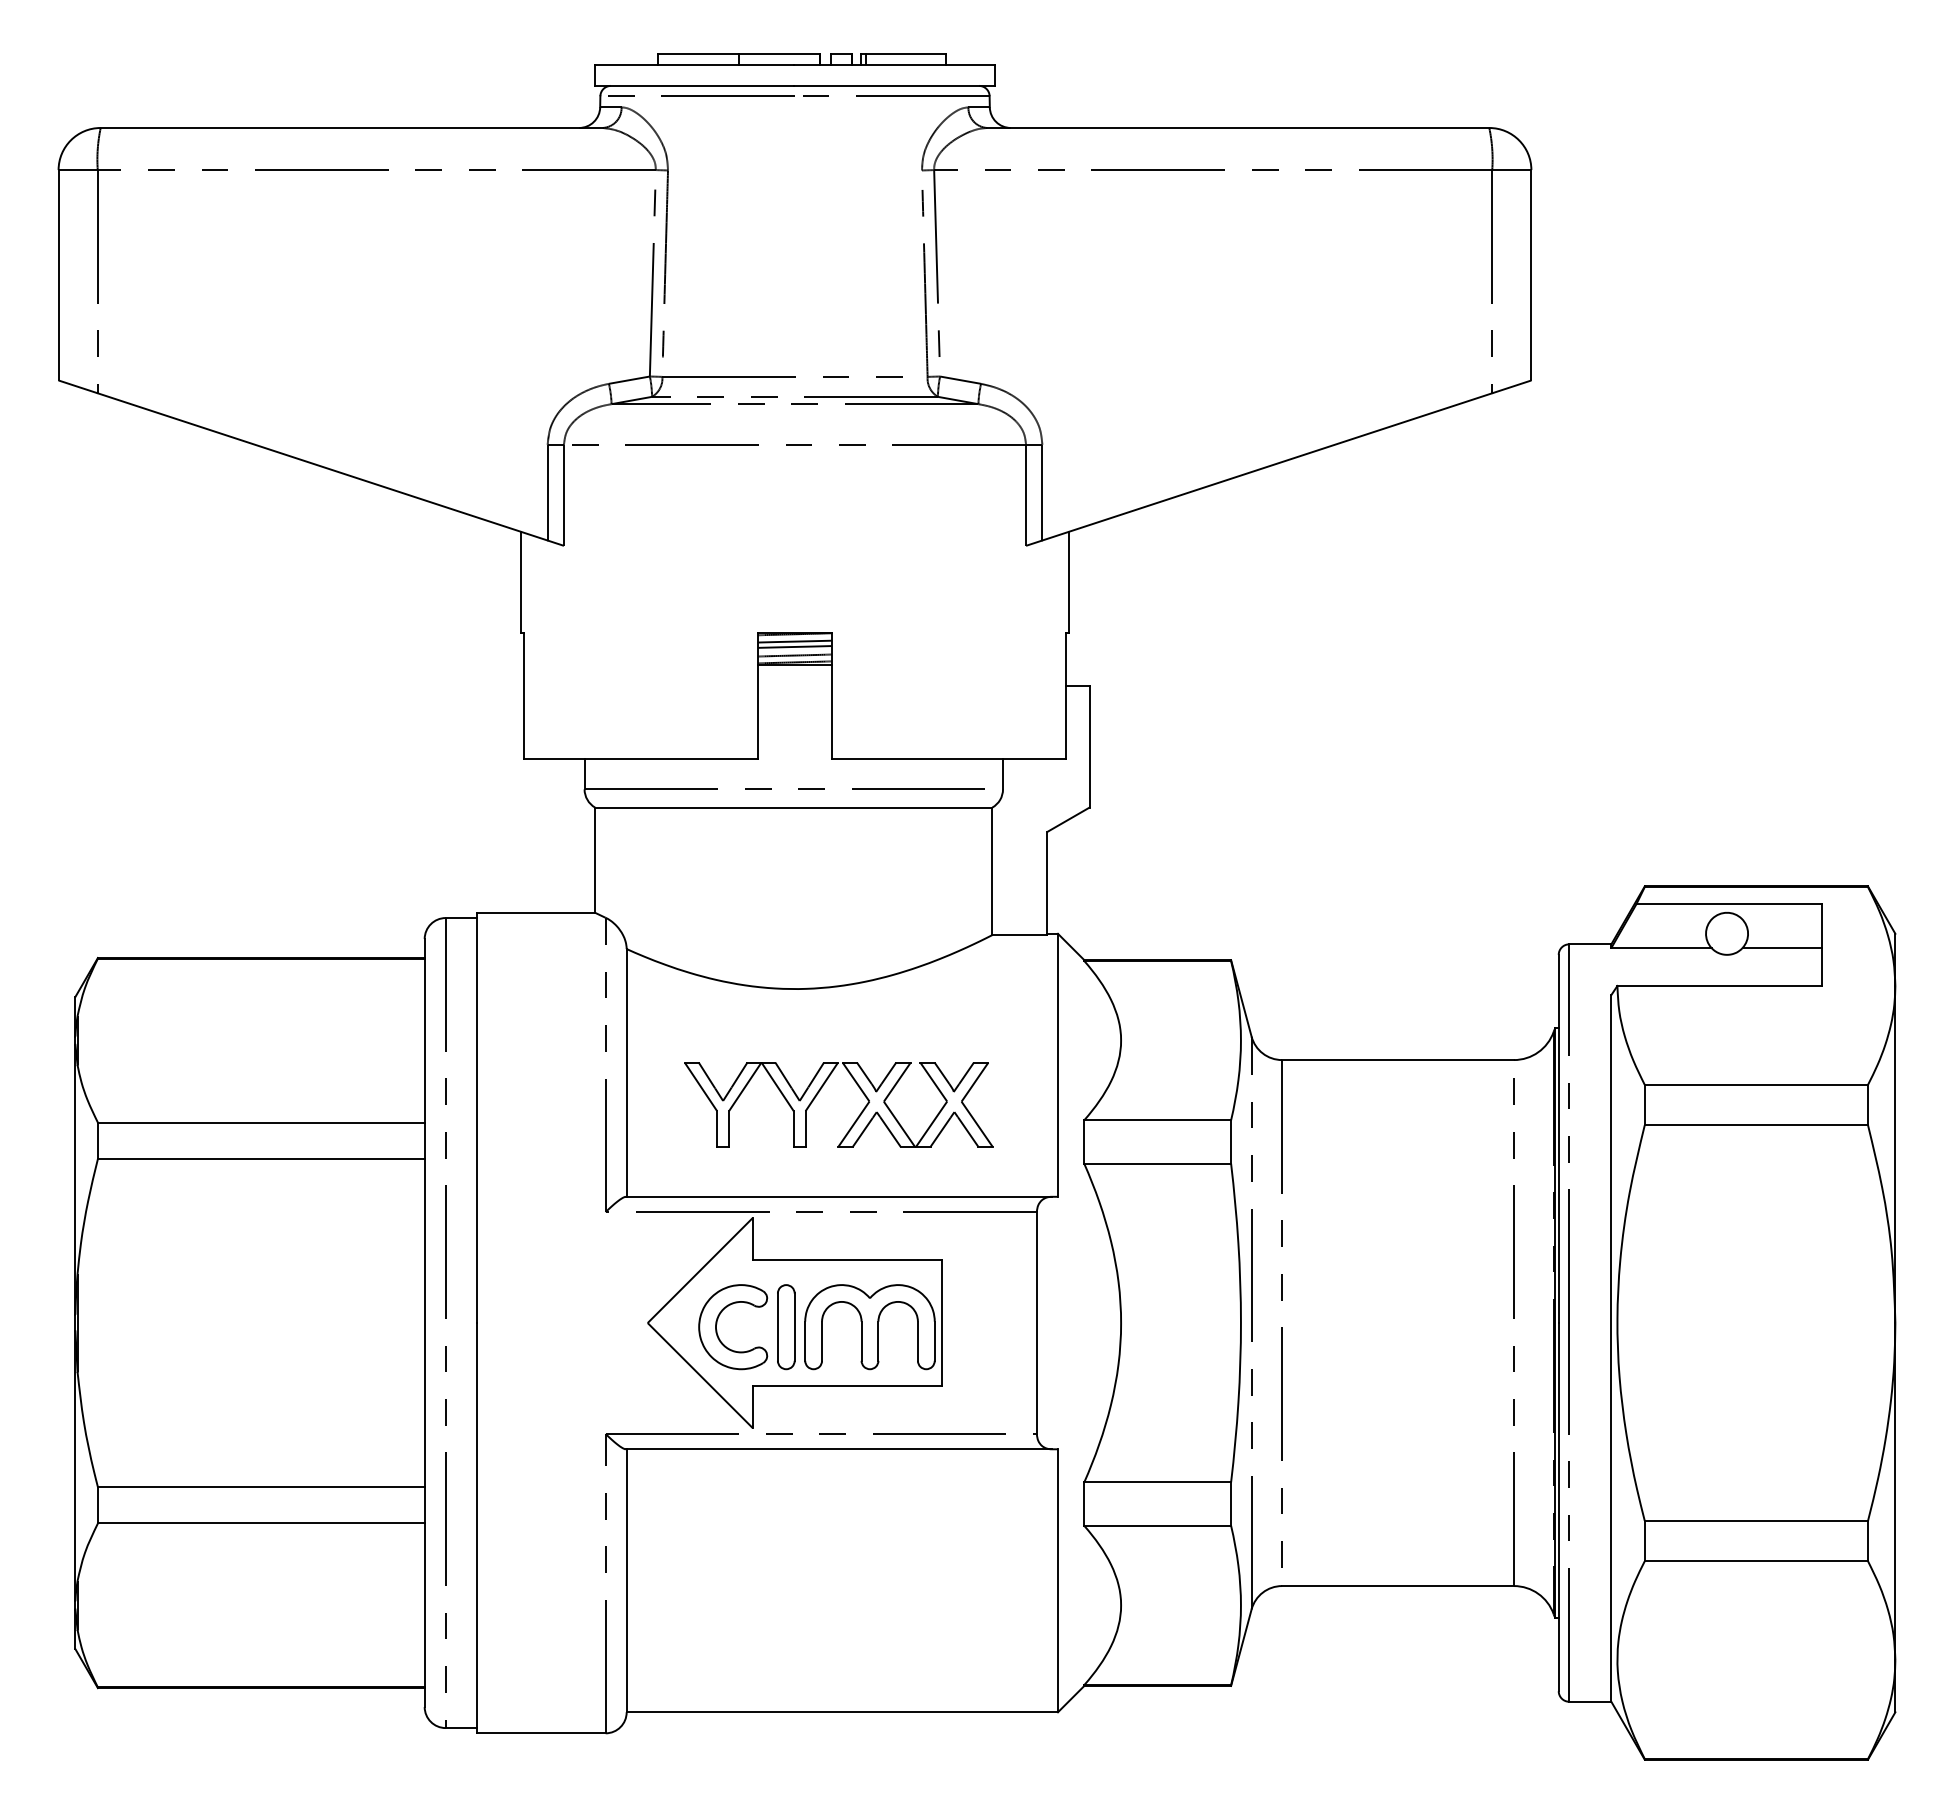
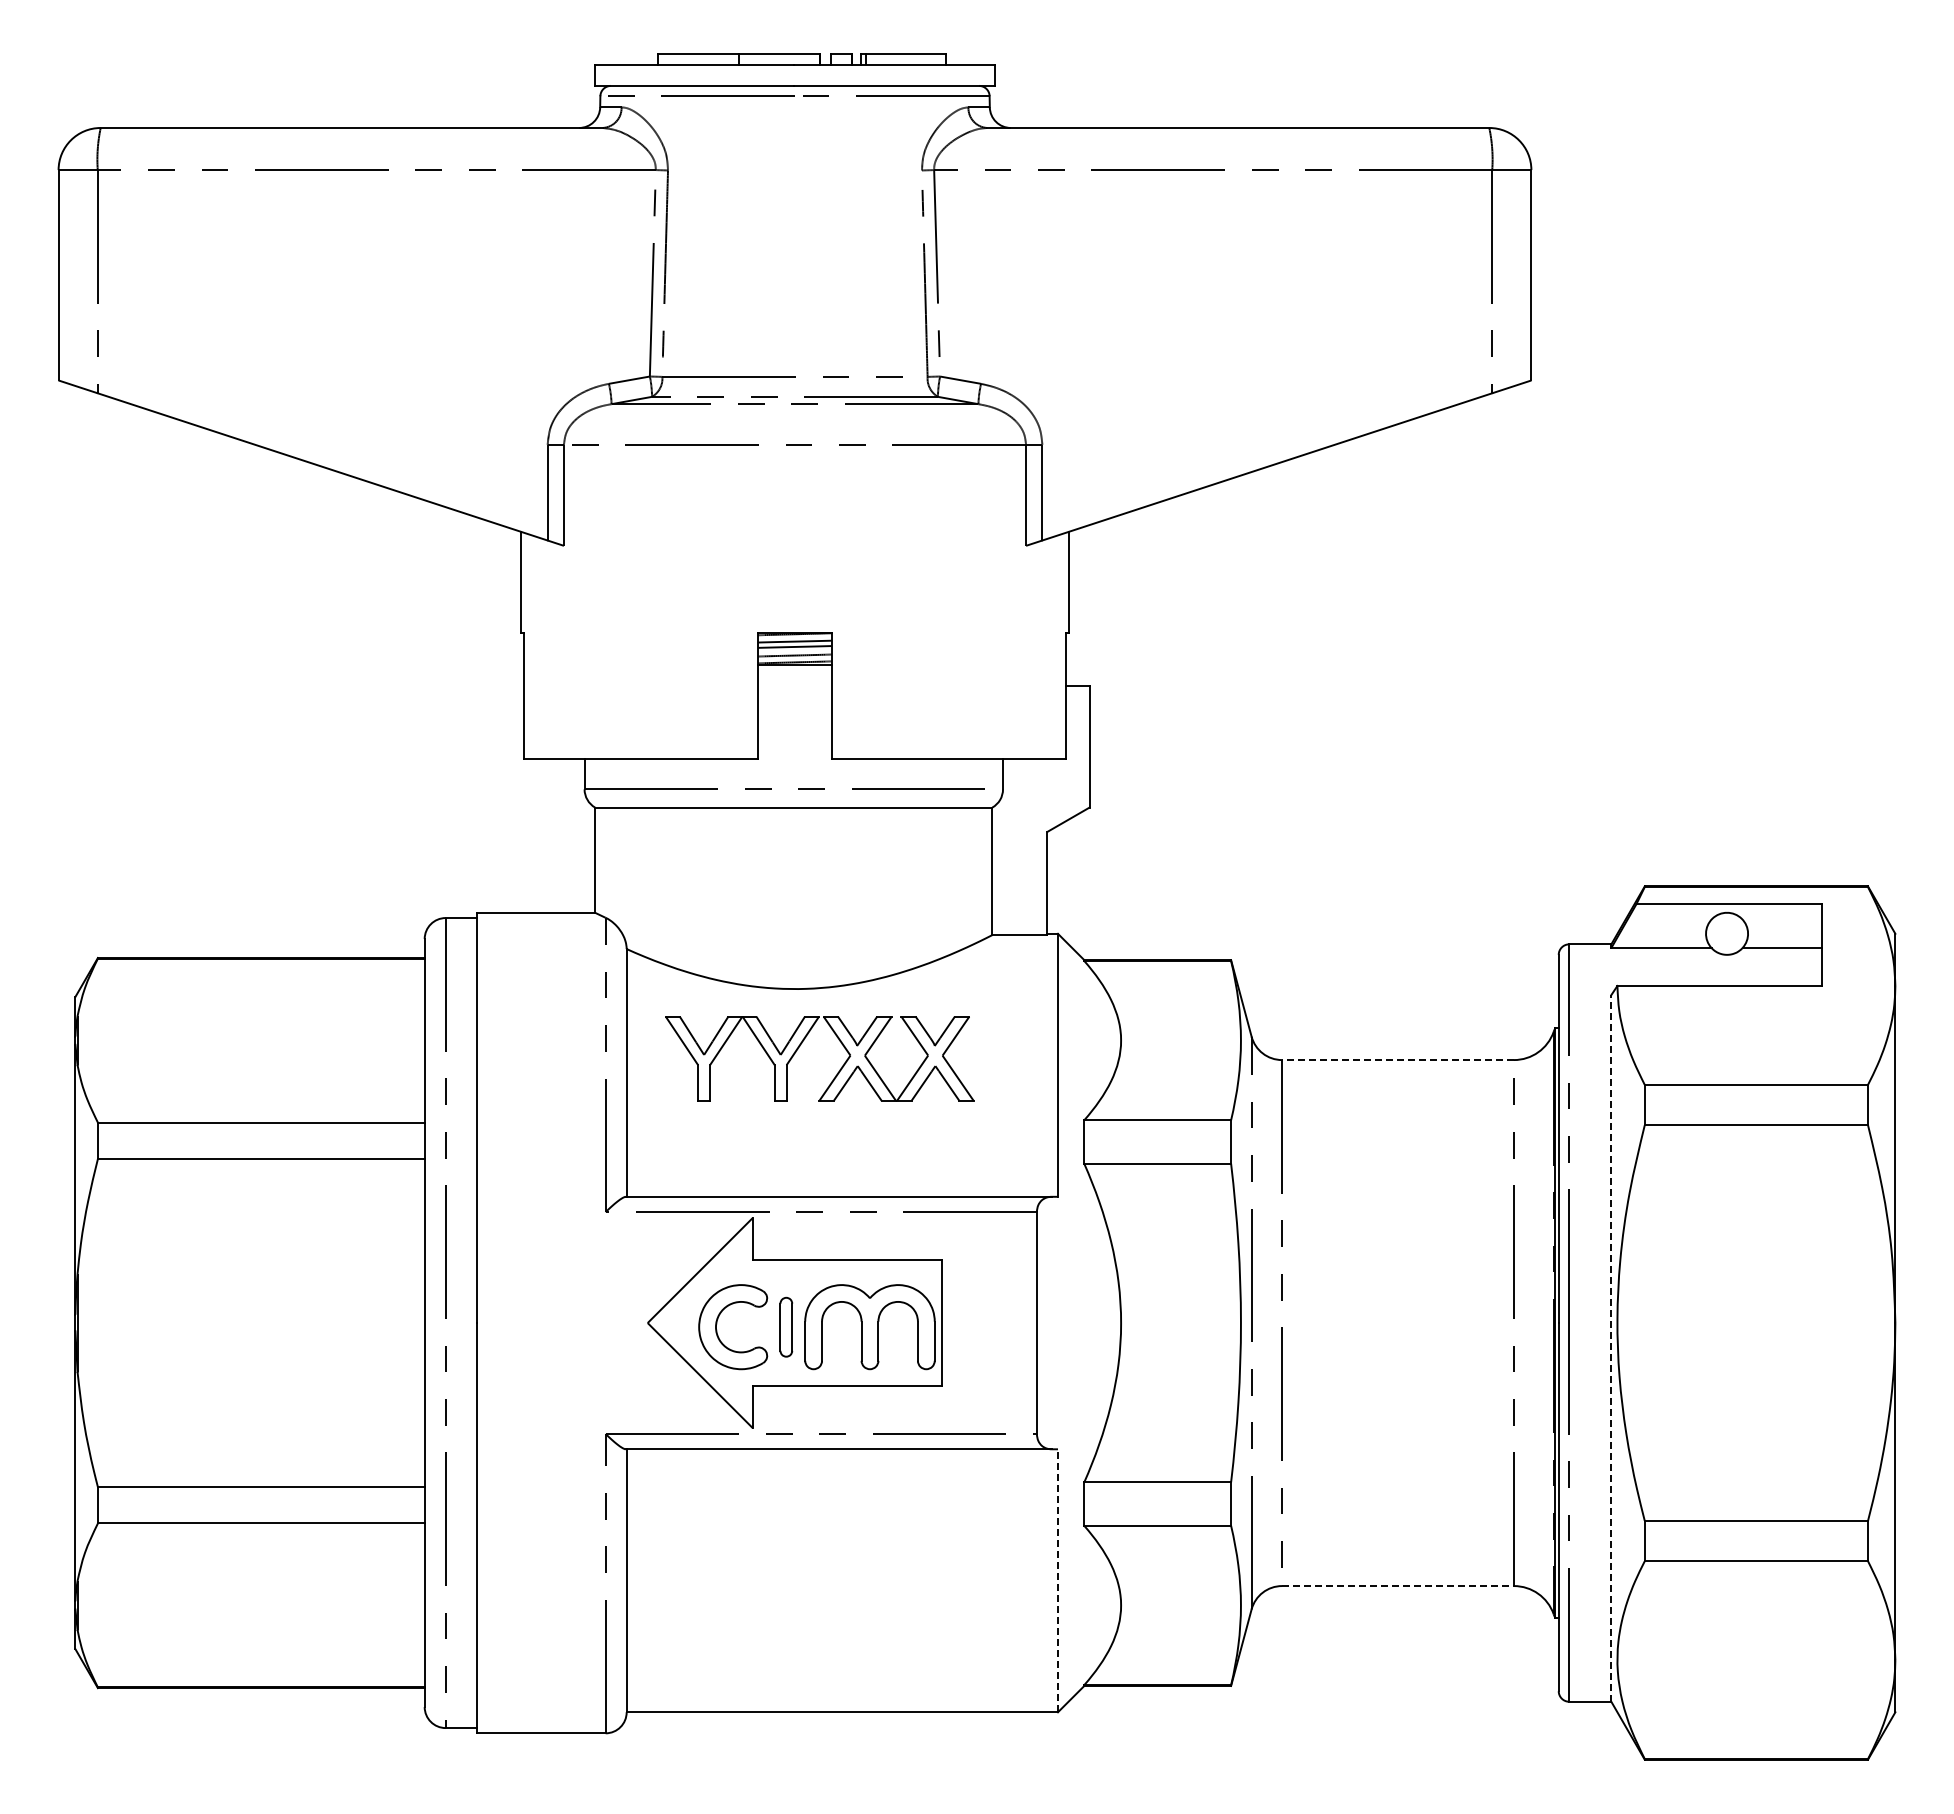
line at (1398, 1060): solid -> dashed
part at (819, 1092) position: (819, 1092) -> (800, 1046)
part at (786, 1327) size: 19x87 px -> 15x62 px
line at (1611, 1347): solid -> dashed
line at (1057, 1580): solid -> dashed
line at (1398, 1586): solid -> dashed
